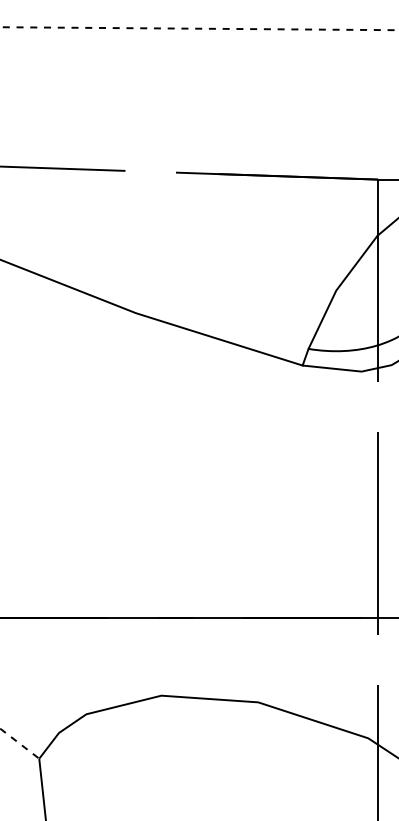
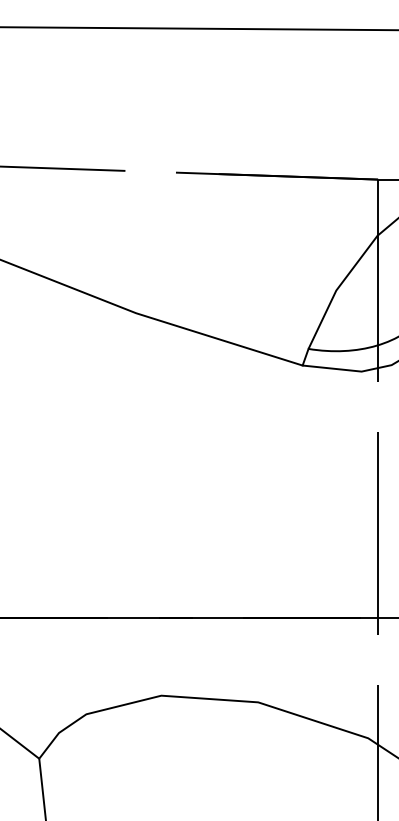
line at (199, 28): dashed -> solid
line at (19, 743): dashed -> solid
